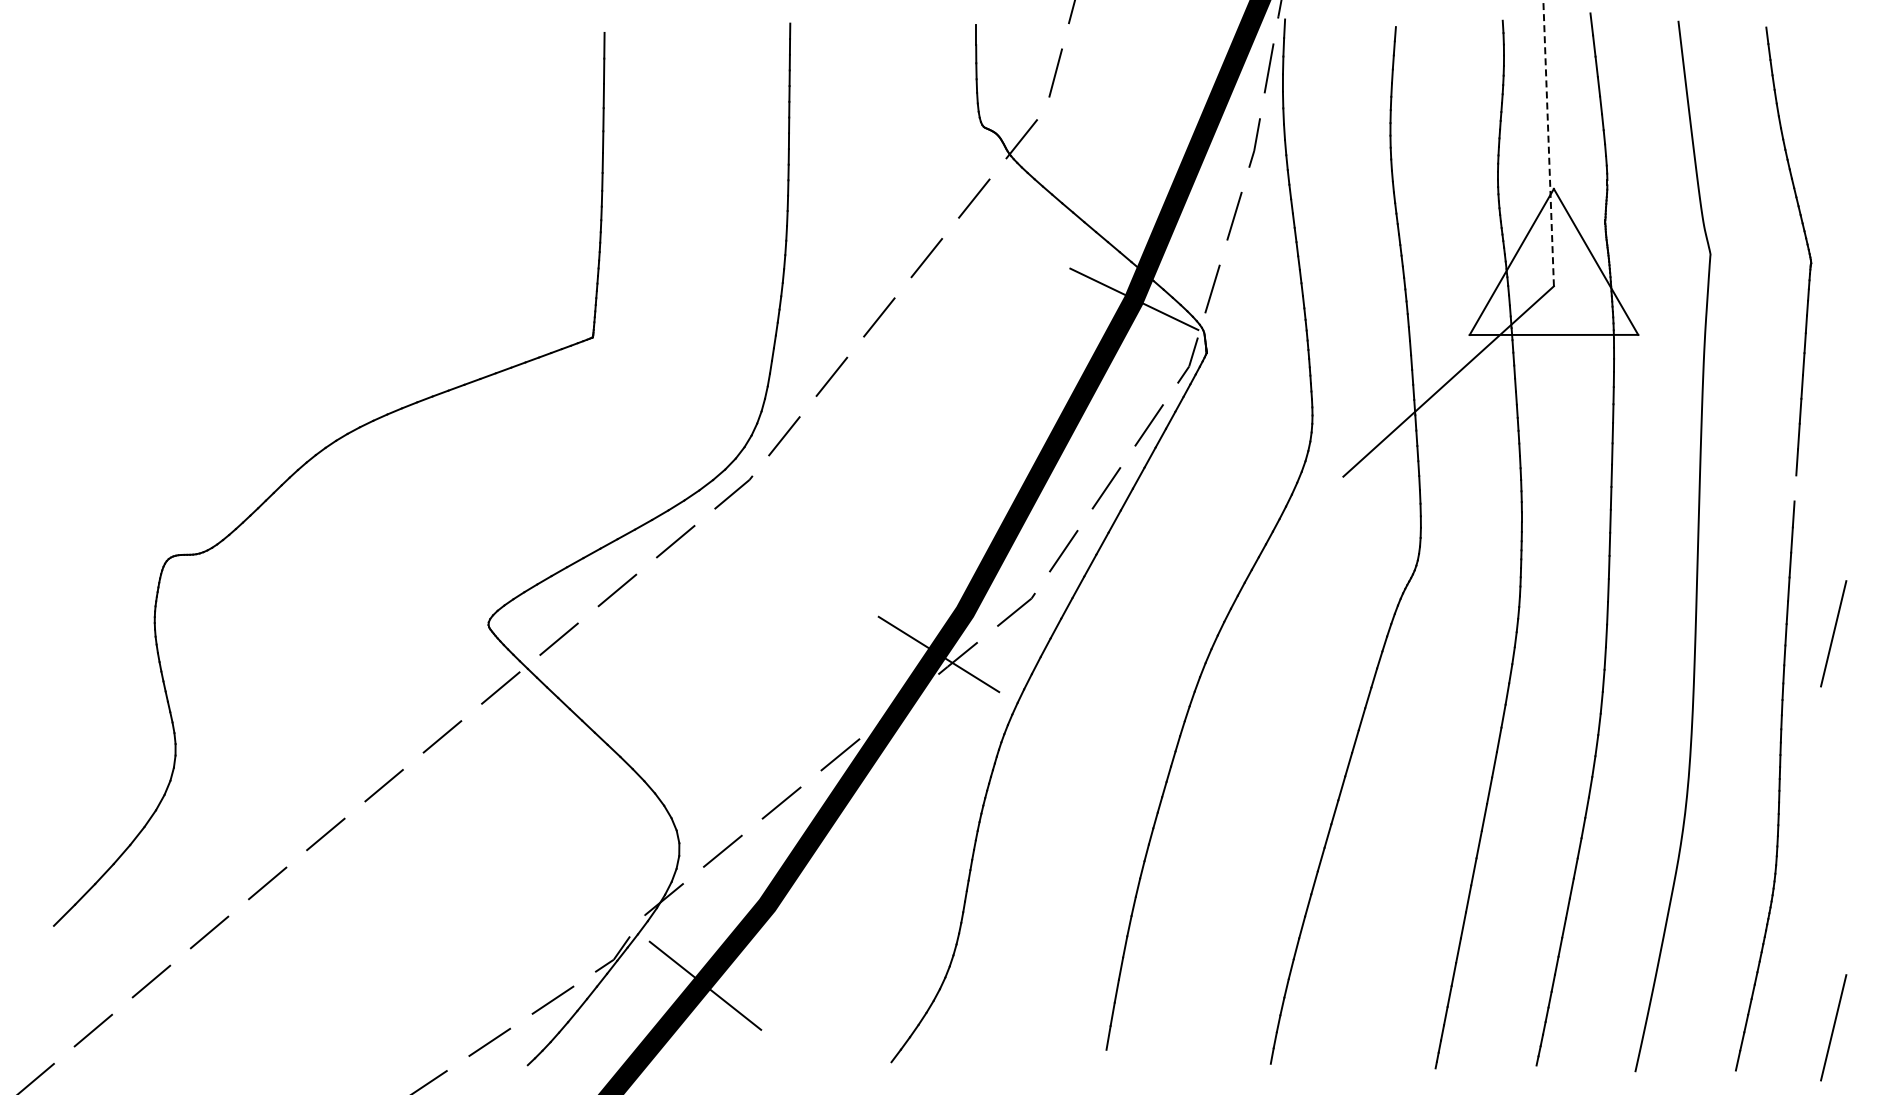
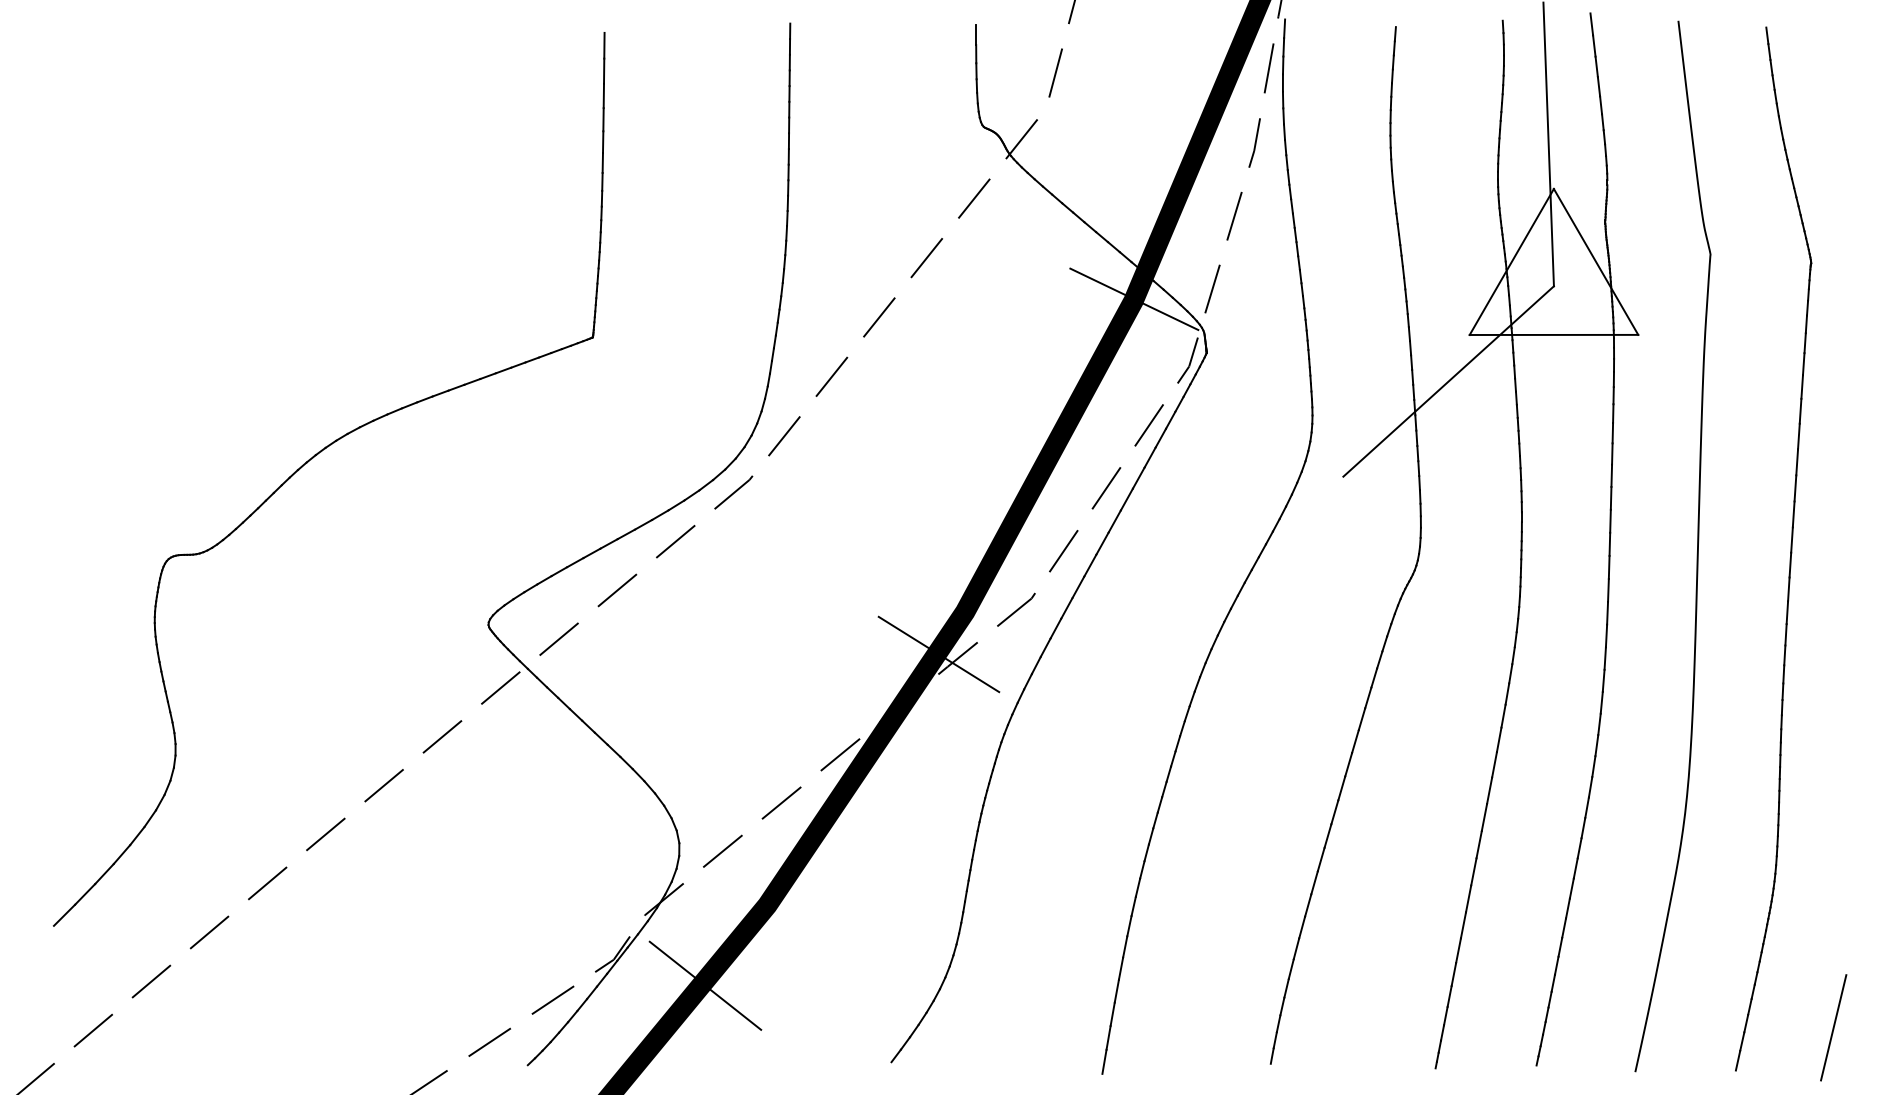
line at (1548, 144): dashed -> solid
line at (1795, 488): none -> present
line at (1833, 633): present -> none
line at (1104, 1061): none -> present
